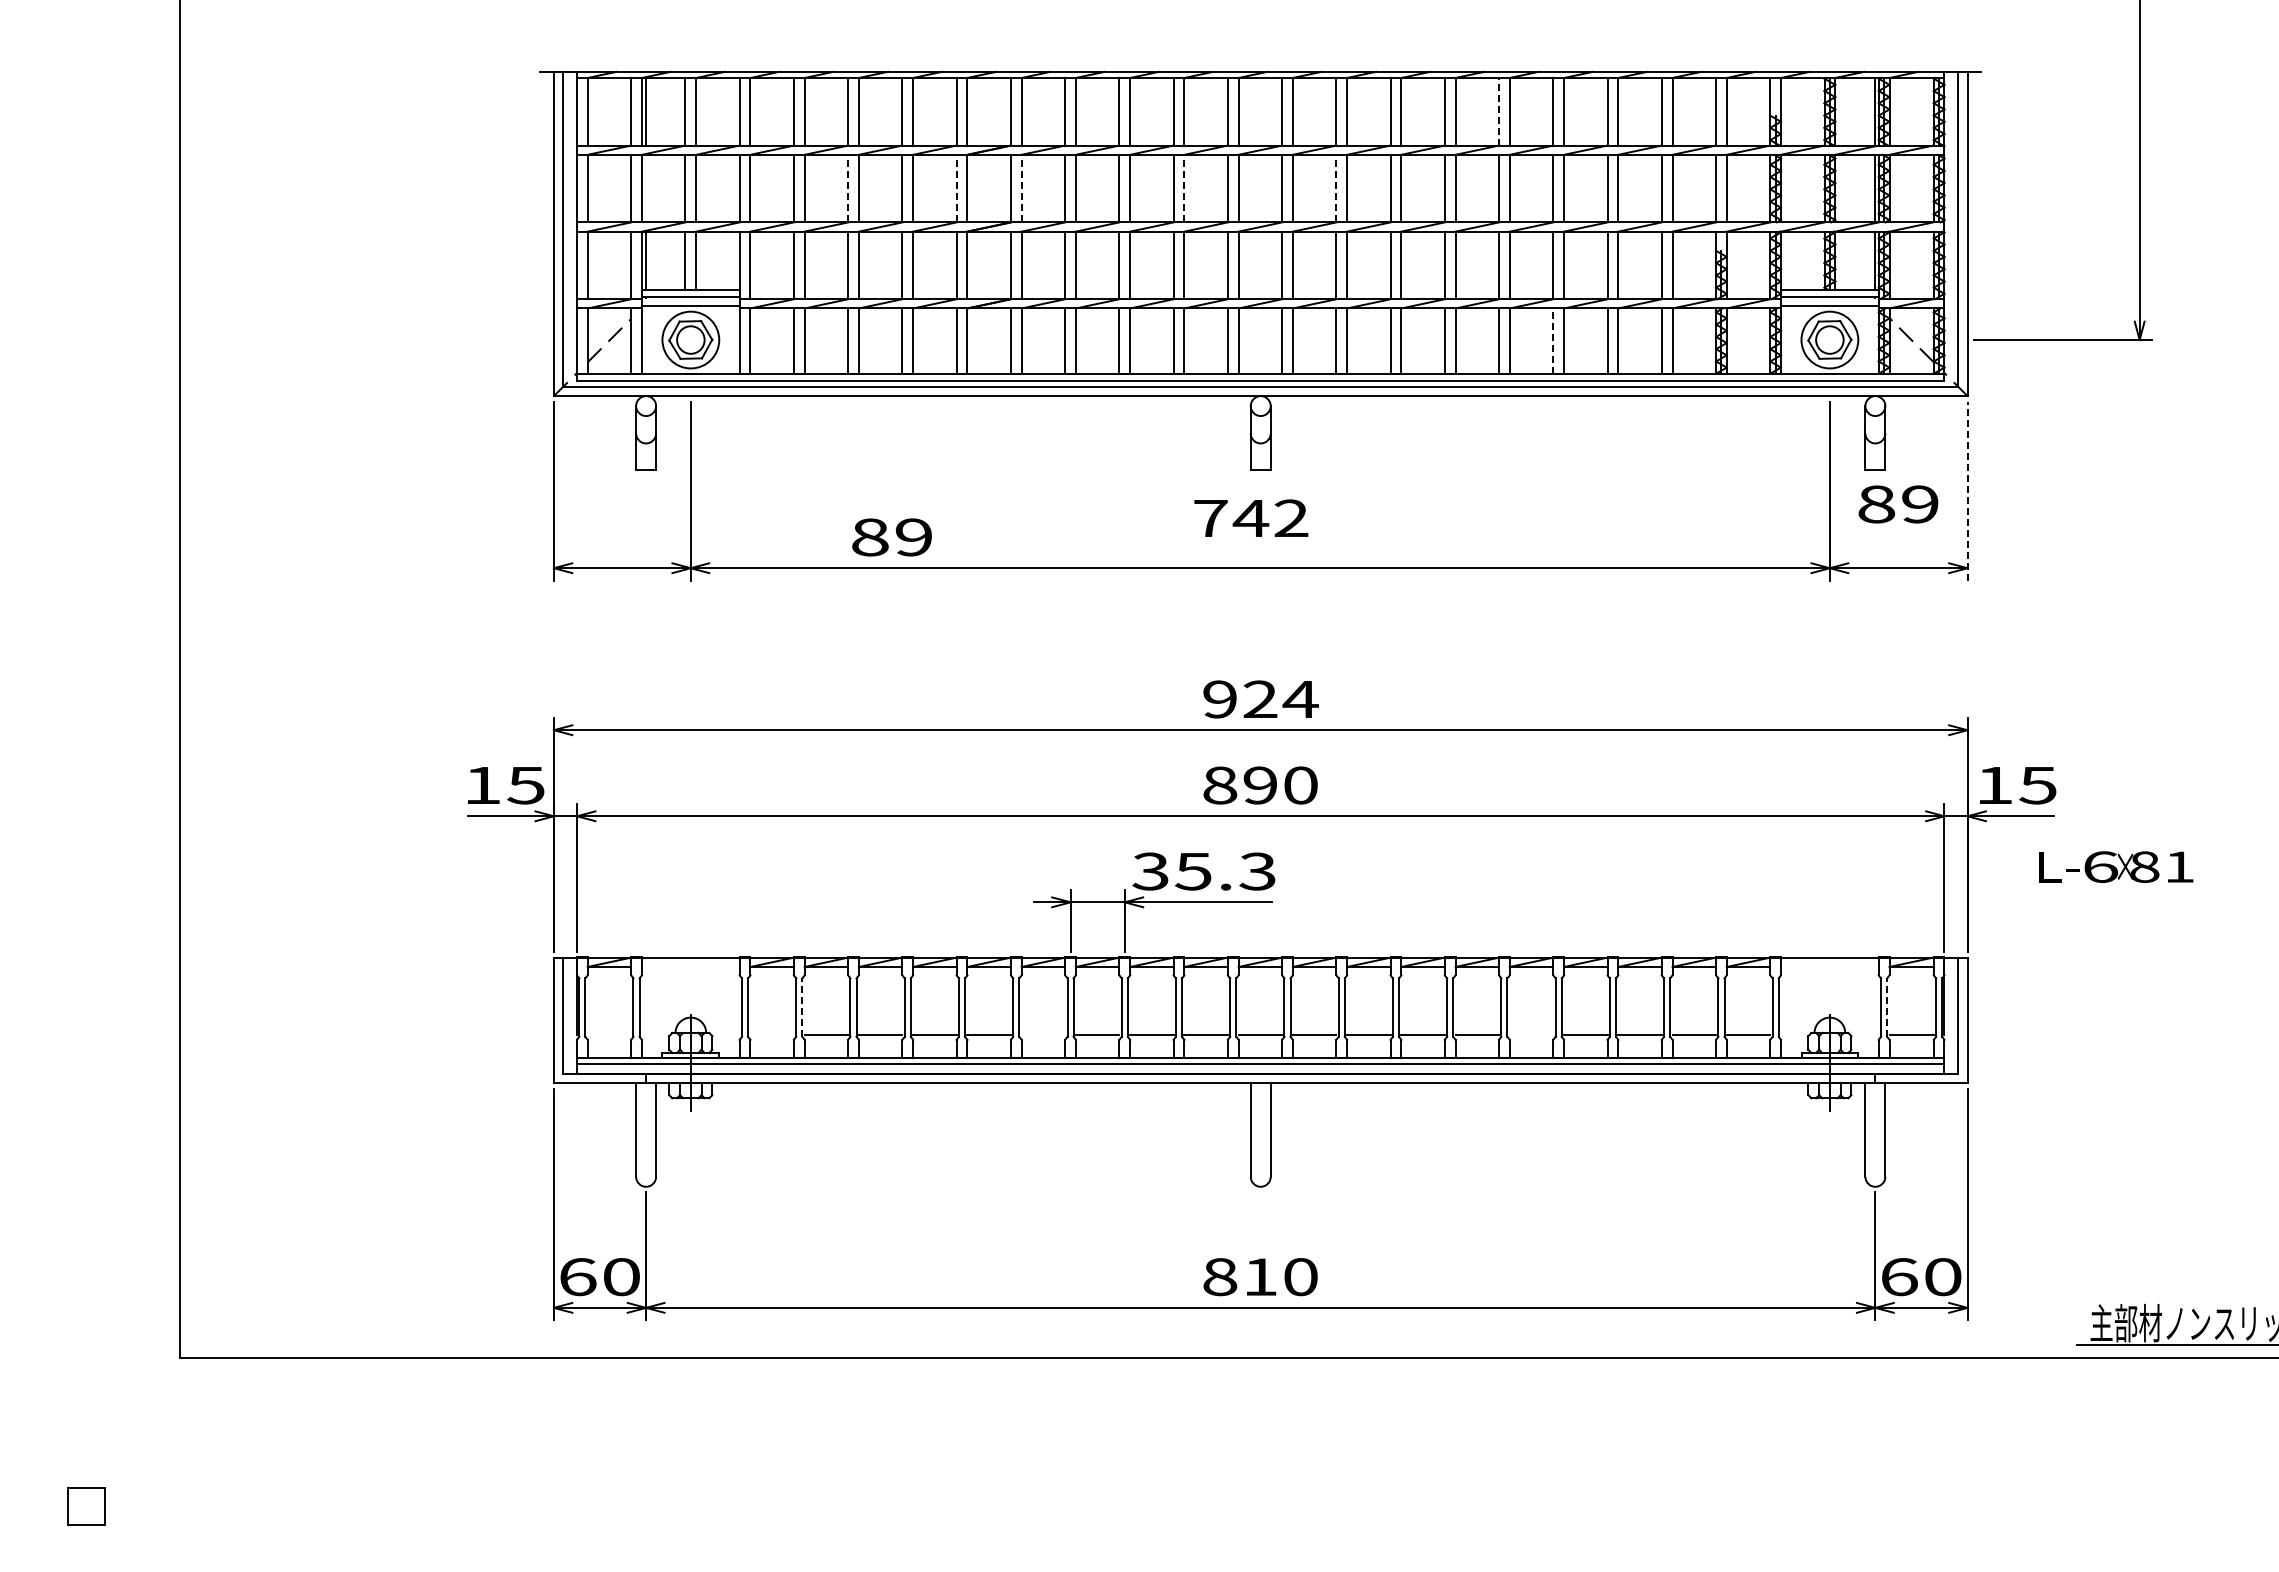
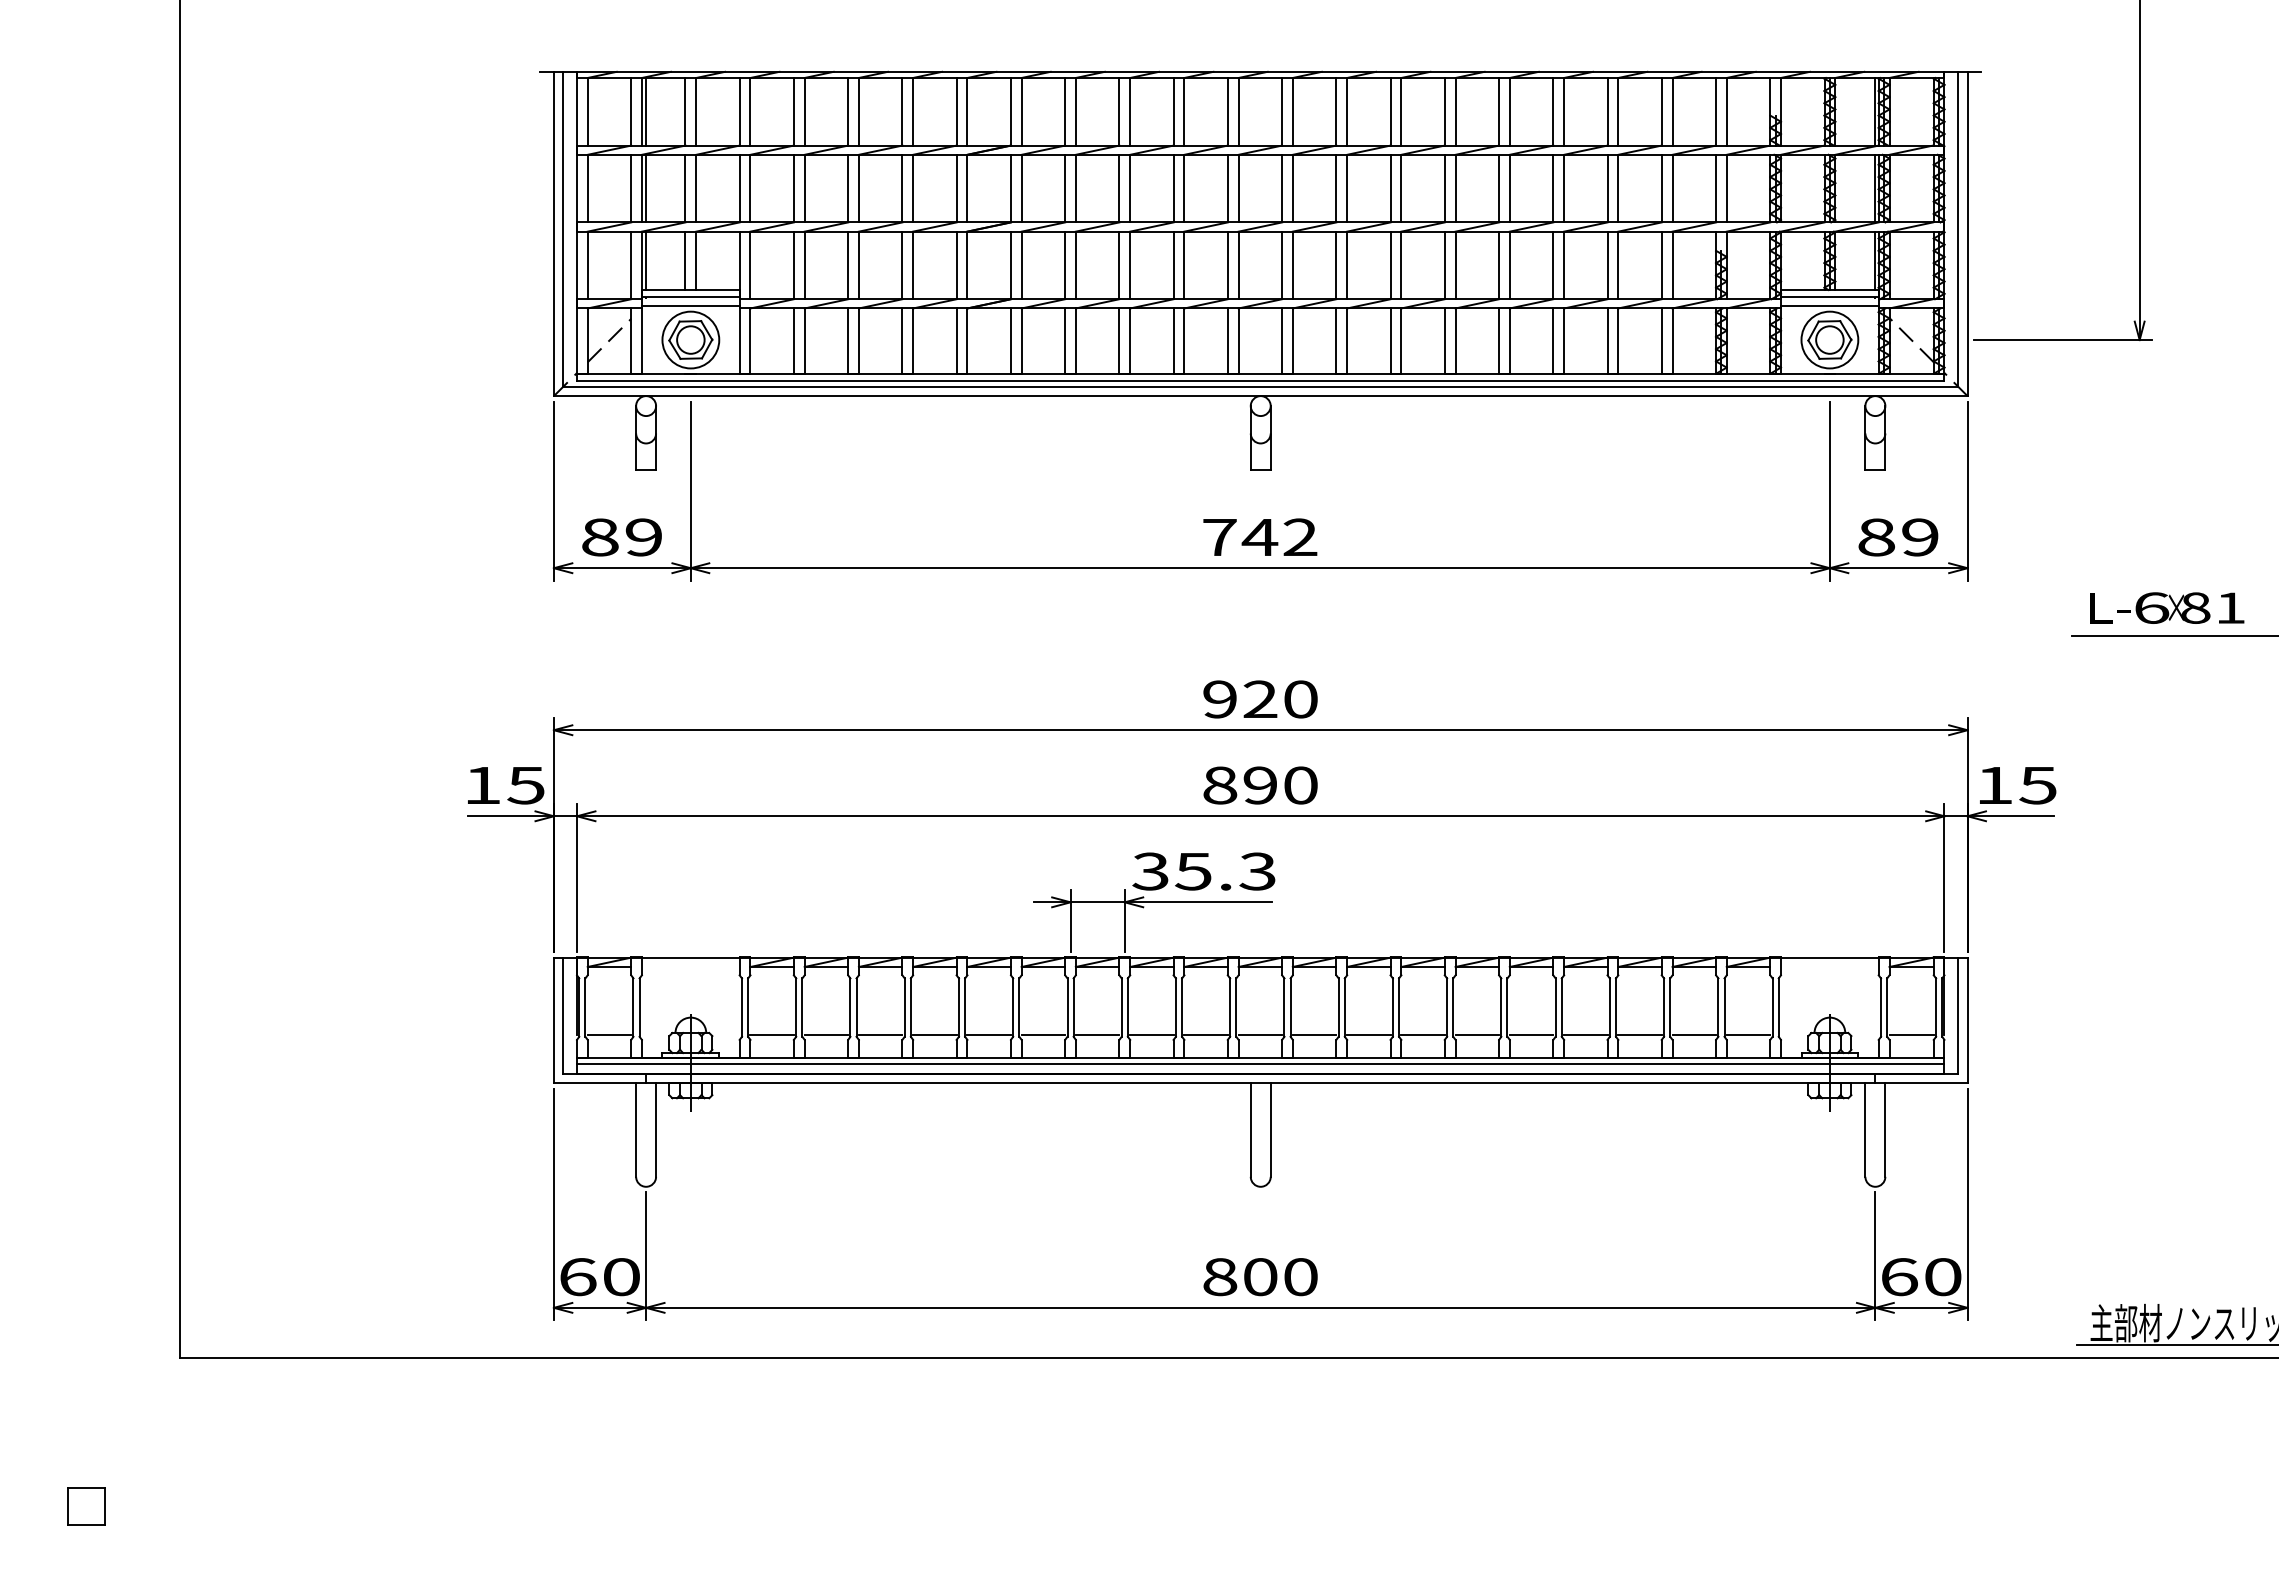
line at (1499, 111): dashed -> solid
line at (646, 188): none -> present
line at (848, 188): dashed -> solid
line at (956, 188): dashed -> solid
line at (1021, 188): dashed -> solid
line at (1184, 188): dashed -> solid
line at (1336, 188): dashed -> solid
line at (1553, 341): dashed -> solid
line at (1967, 490): dashed -> solid
text at (1898, 504) position: (1898, 504) -> (1898, 537)
text at (1251, 517) position: (1251, 517) -> (1260, 536)
text at (891, 537) position: (891, 537) -> (621, 537)
line at (2173, 635): none -> present
text at (1300, 699): 924 -> 920
text at (2116, 866) position: (2116, 866) -> (2167, 607)
line at (802, 1007): dashed -> solid
line at (1887, 1007): dashed -> solid
line at (609, 1034): none -> present
line at (771, 1034): none -> present
line at (1043, 1034): none -> present
line at (1531, 1034): none -> present
text at (1260, 1277): 810 -> 800
